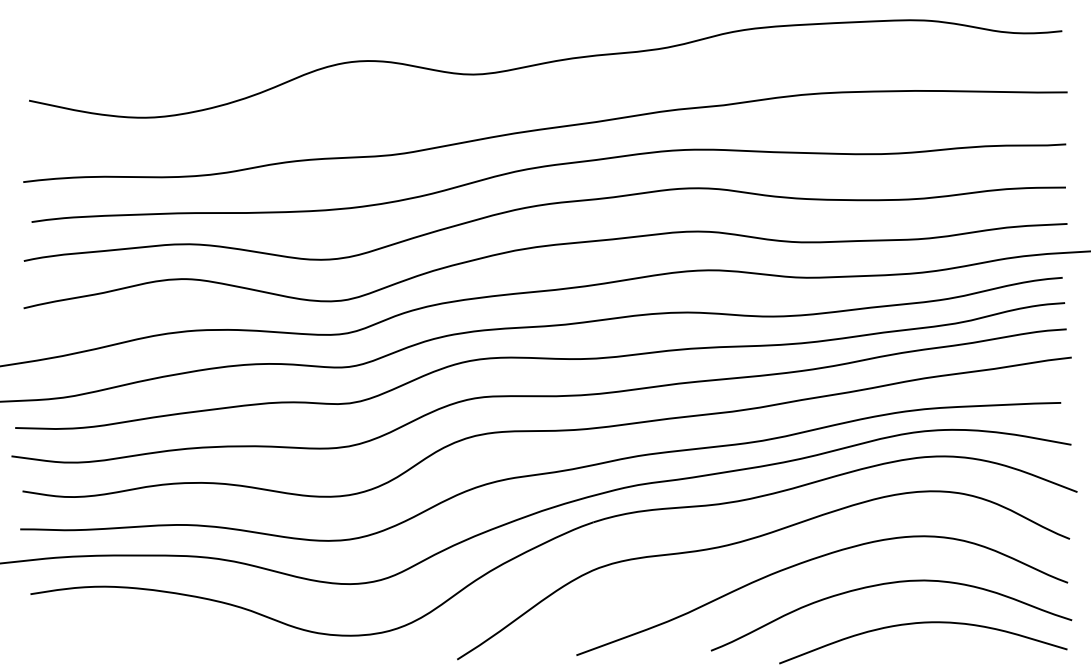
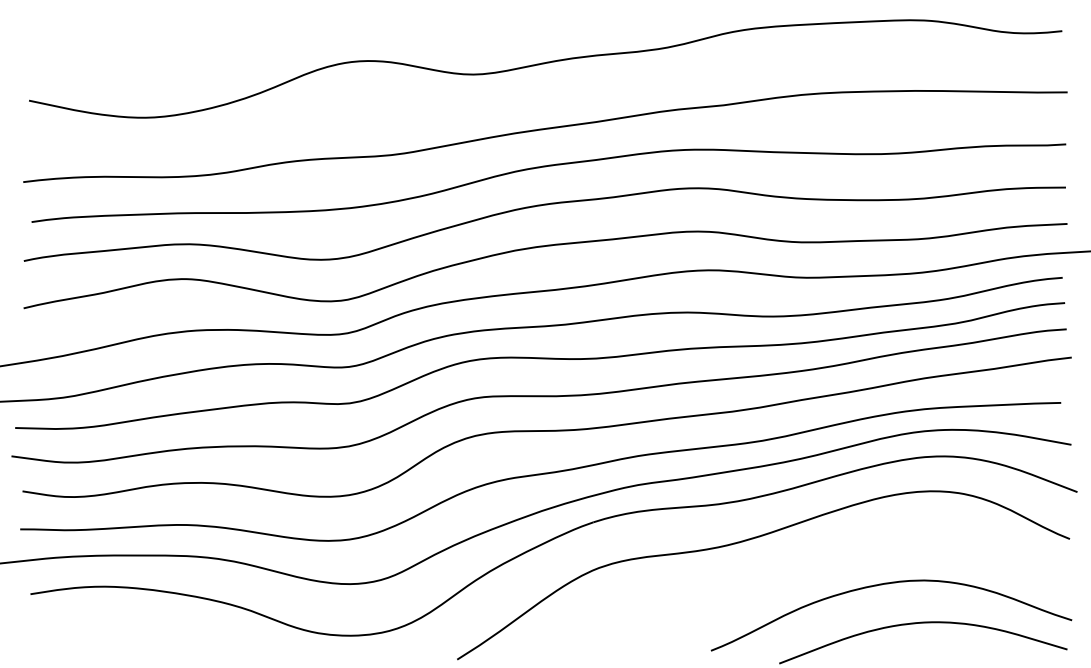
curve at (812, 560): present -> none
